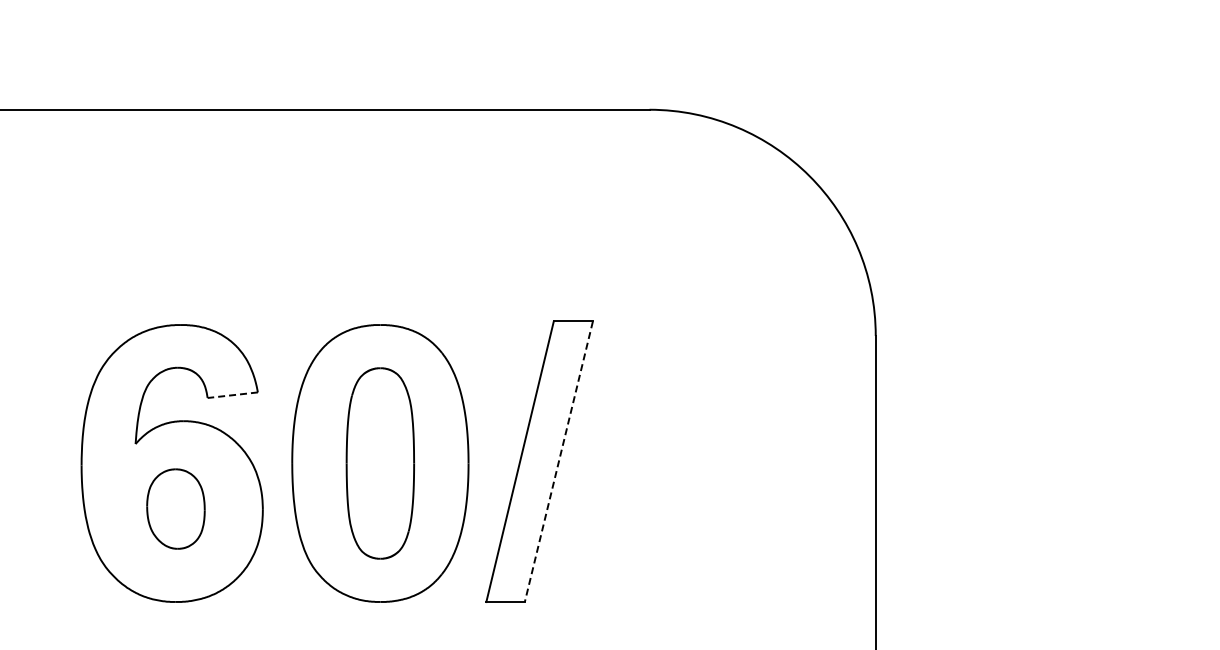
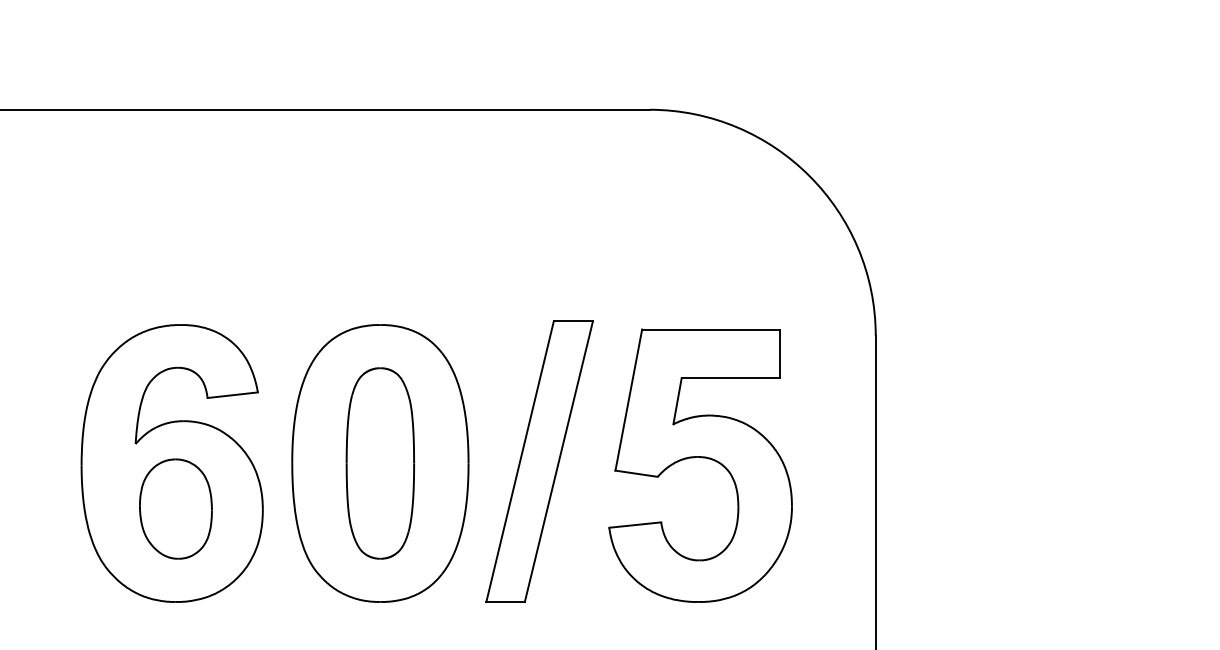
line at (232, 395): dashed -> solid
part at (701, 458): none -> present
line at (558, 462): dashed -> solid
part at (175, 508) size: 60x82 px -> 74x102 px
